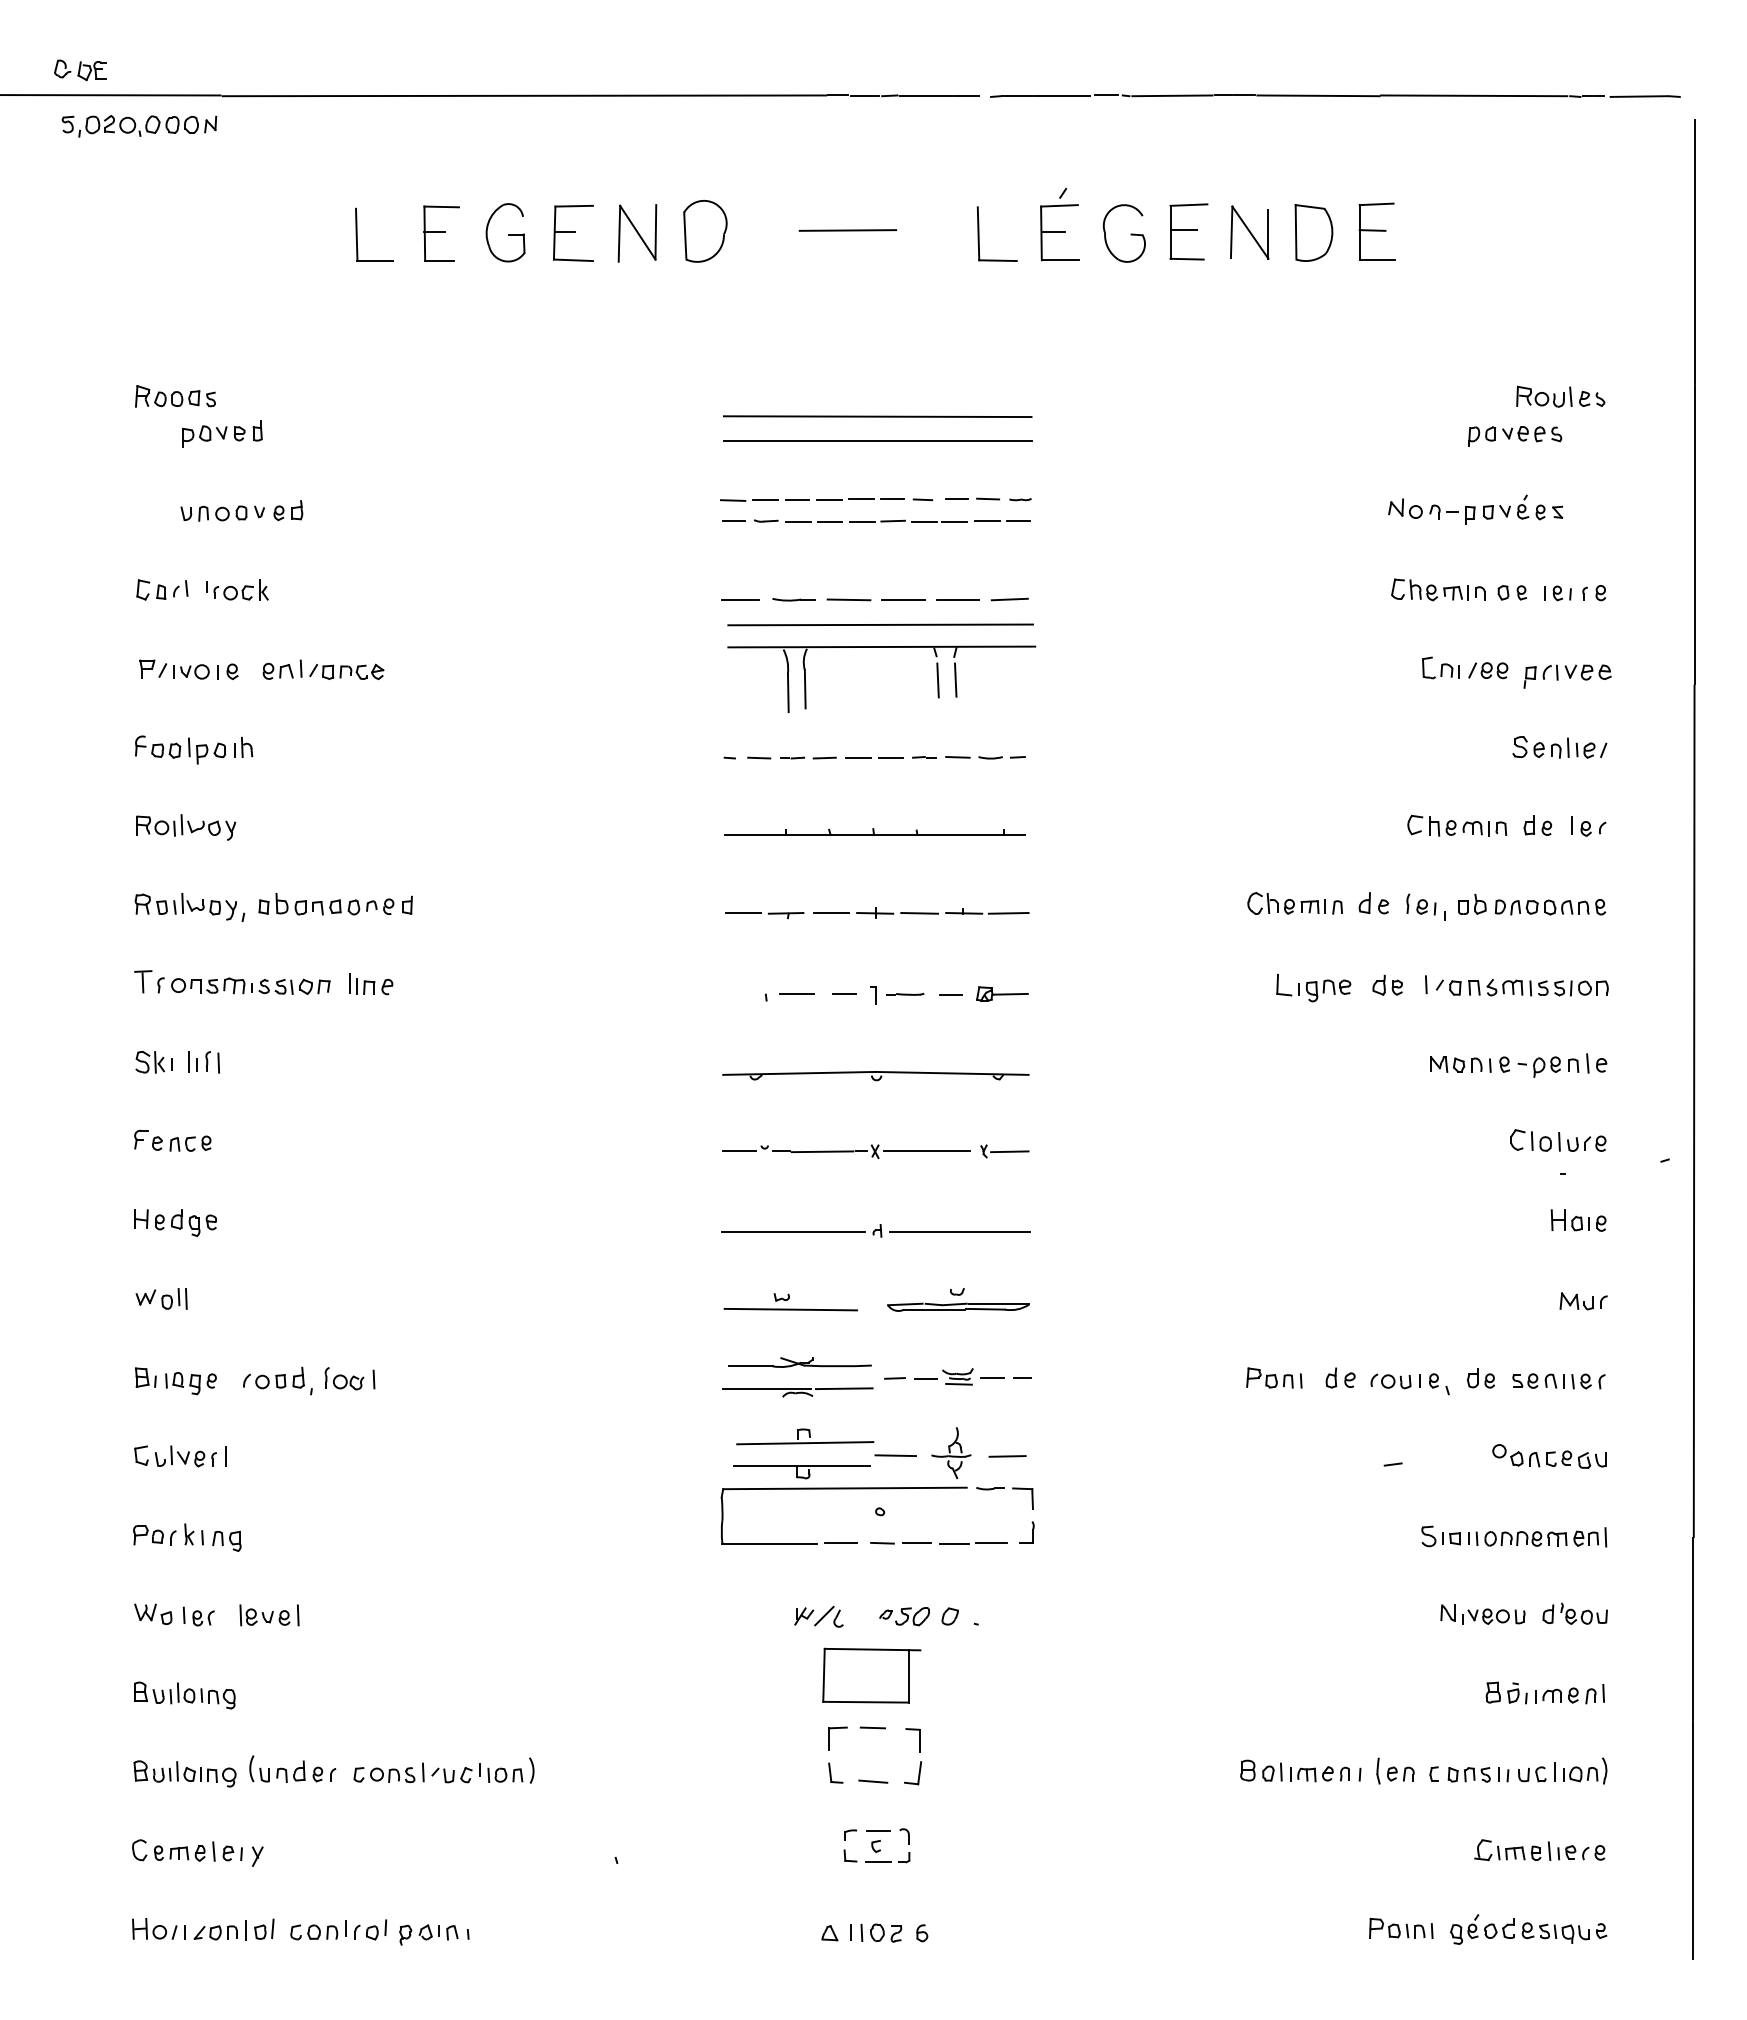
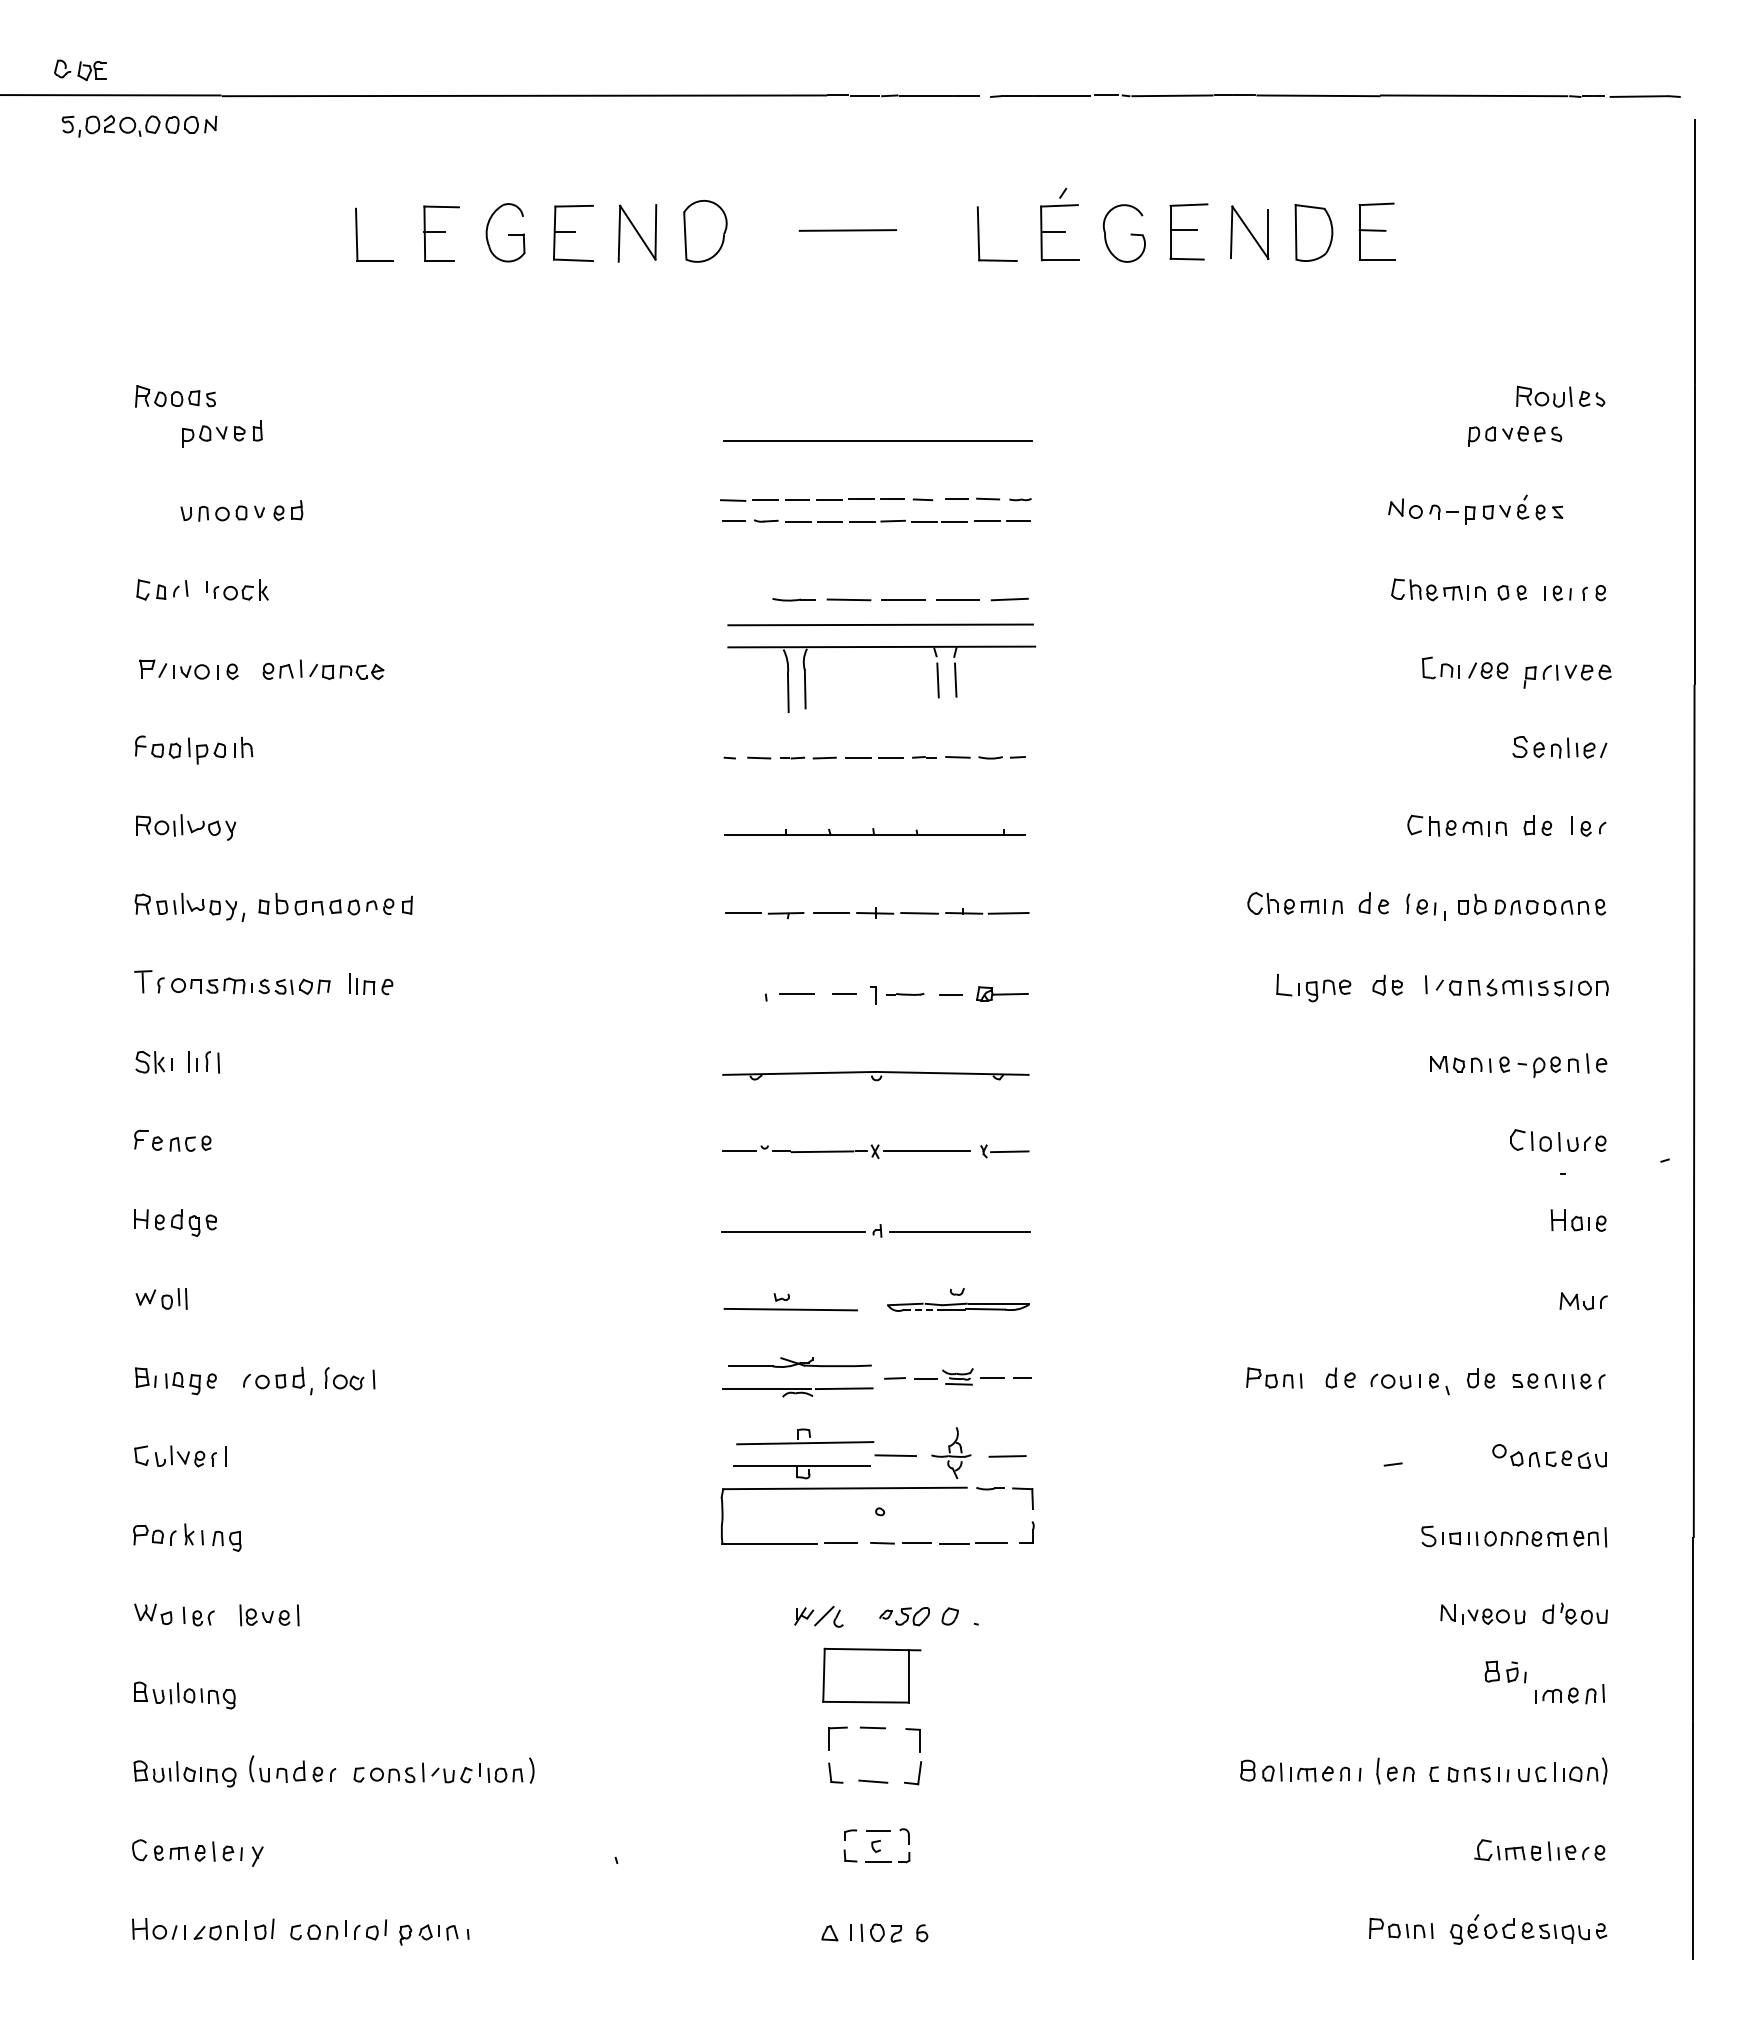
line at (877, 416): present -> none
line at (740, 599): present -> none
line at (920, 1309): solid -> dashed
part at (1506, 1692) position: (1506, 1692) -> (1505, 1671)
